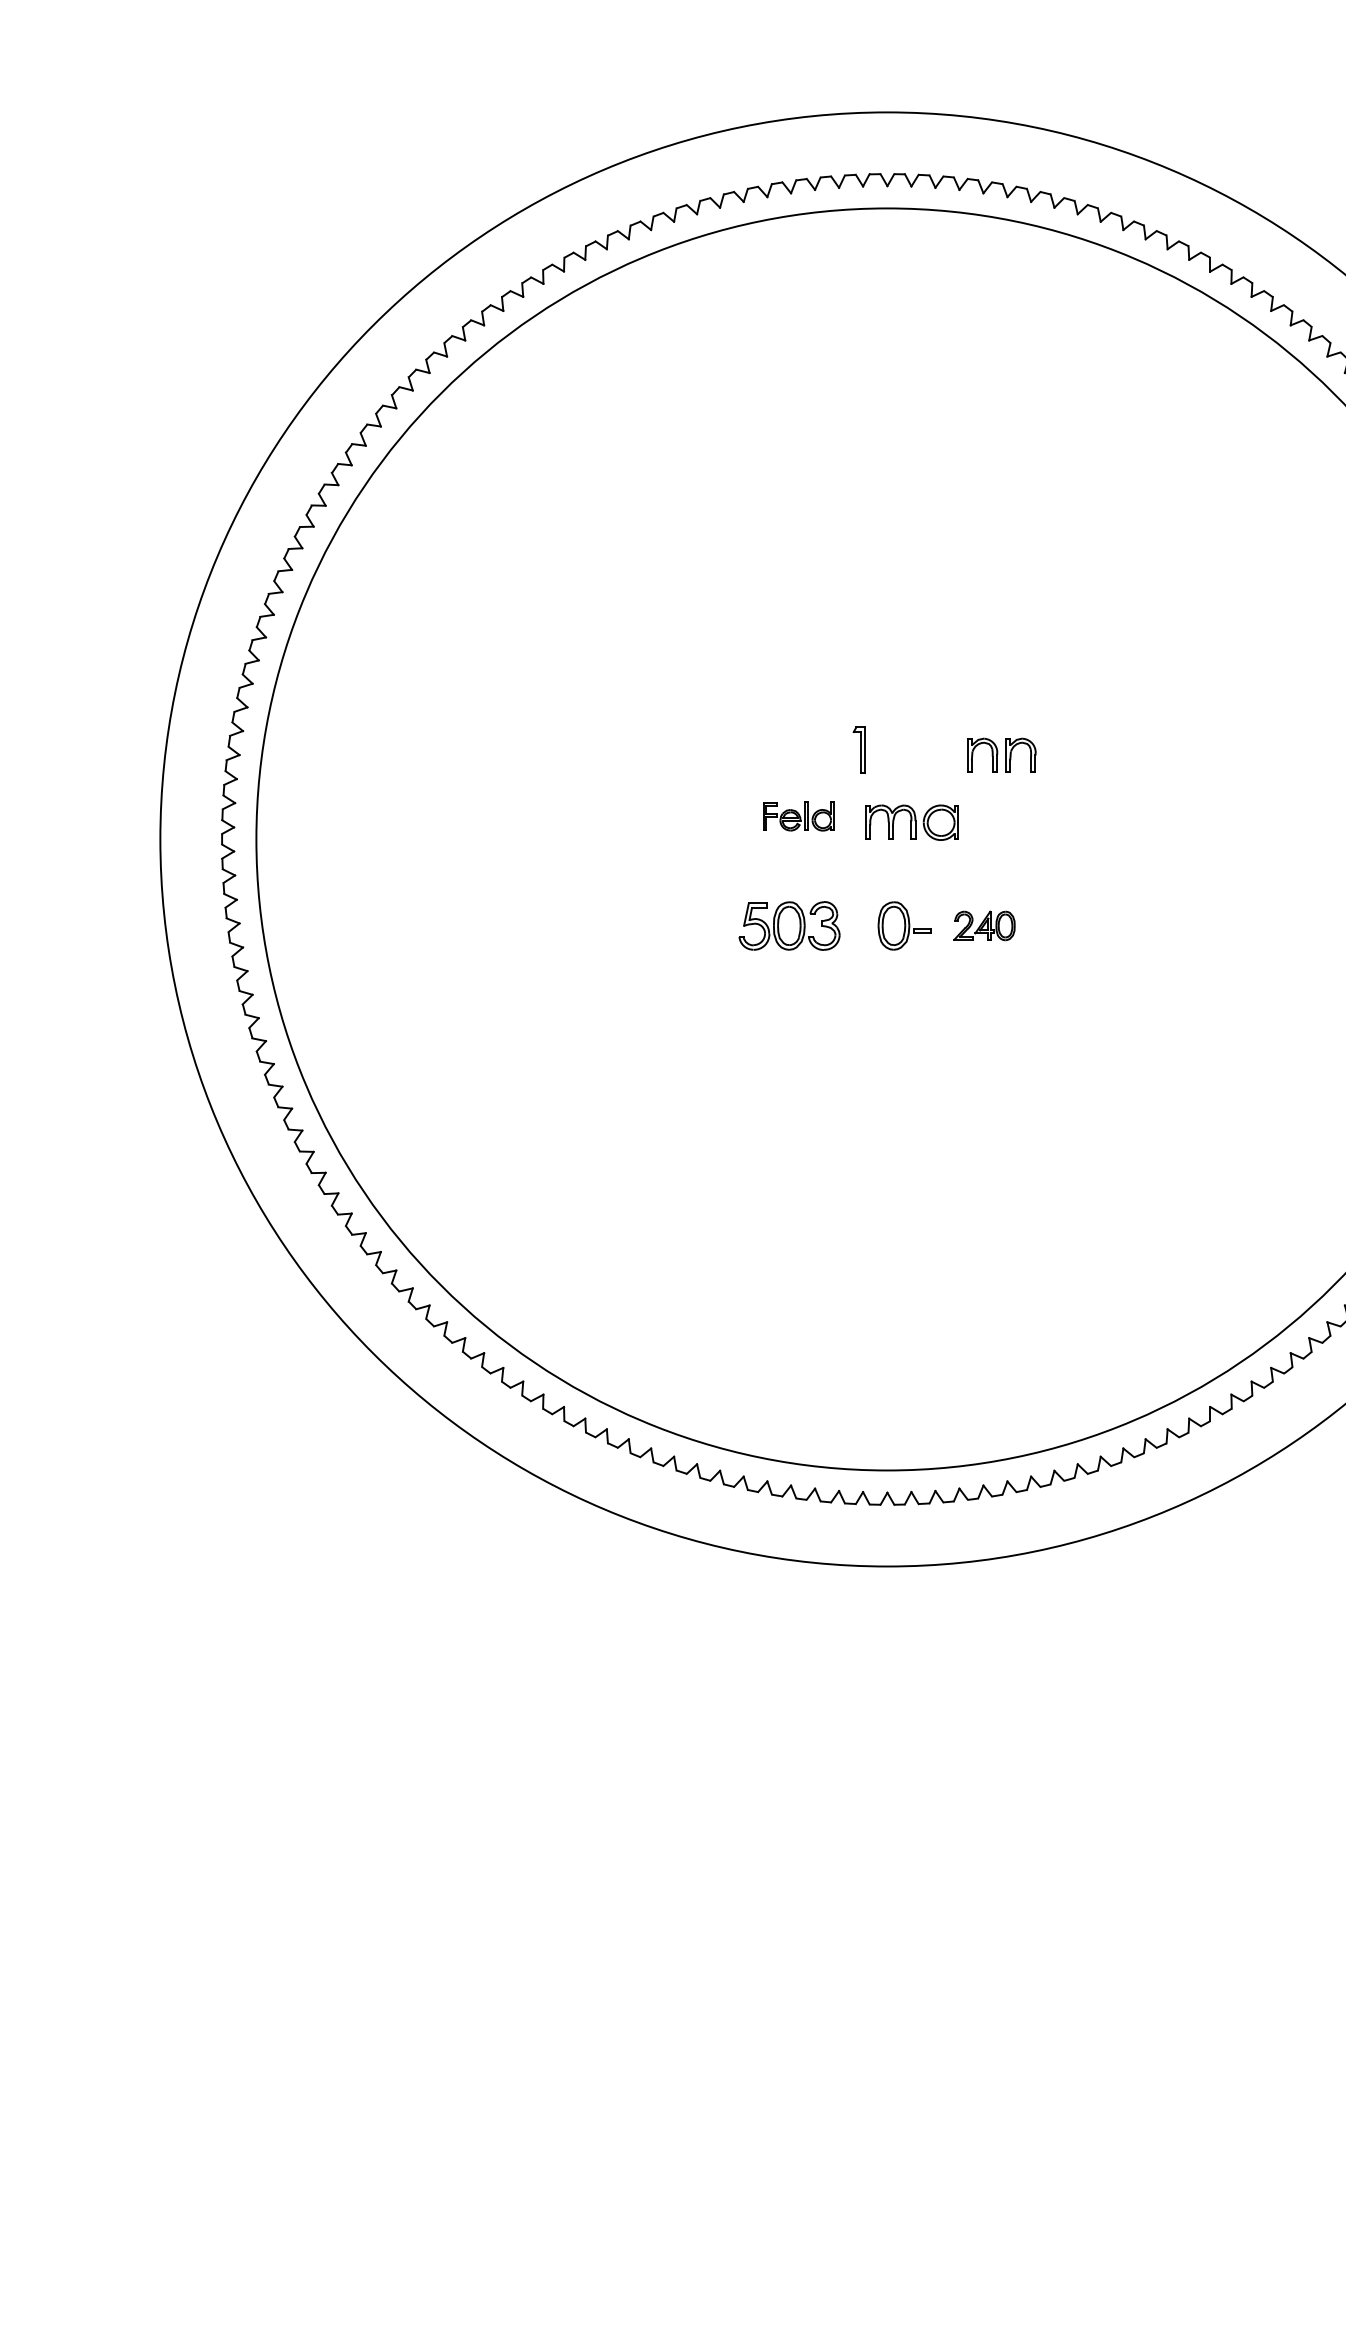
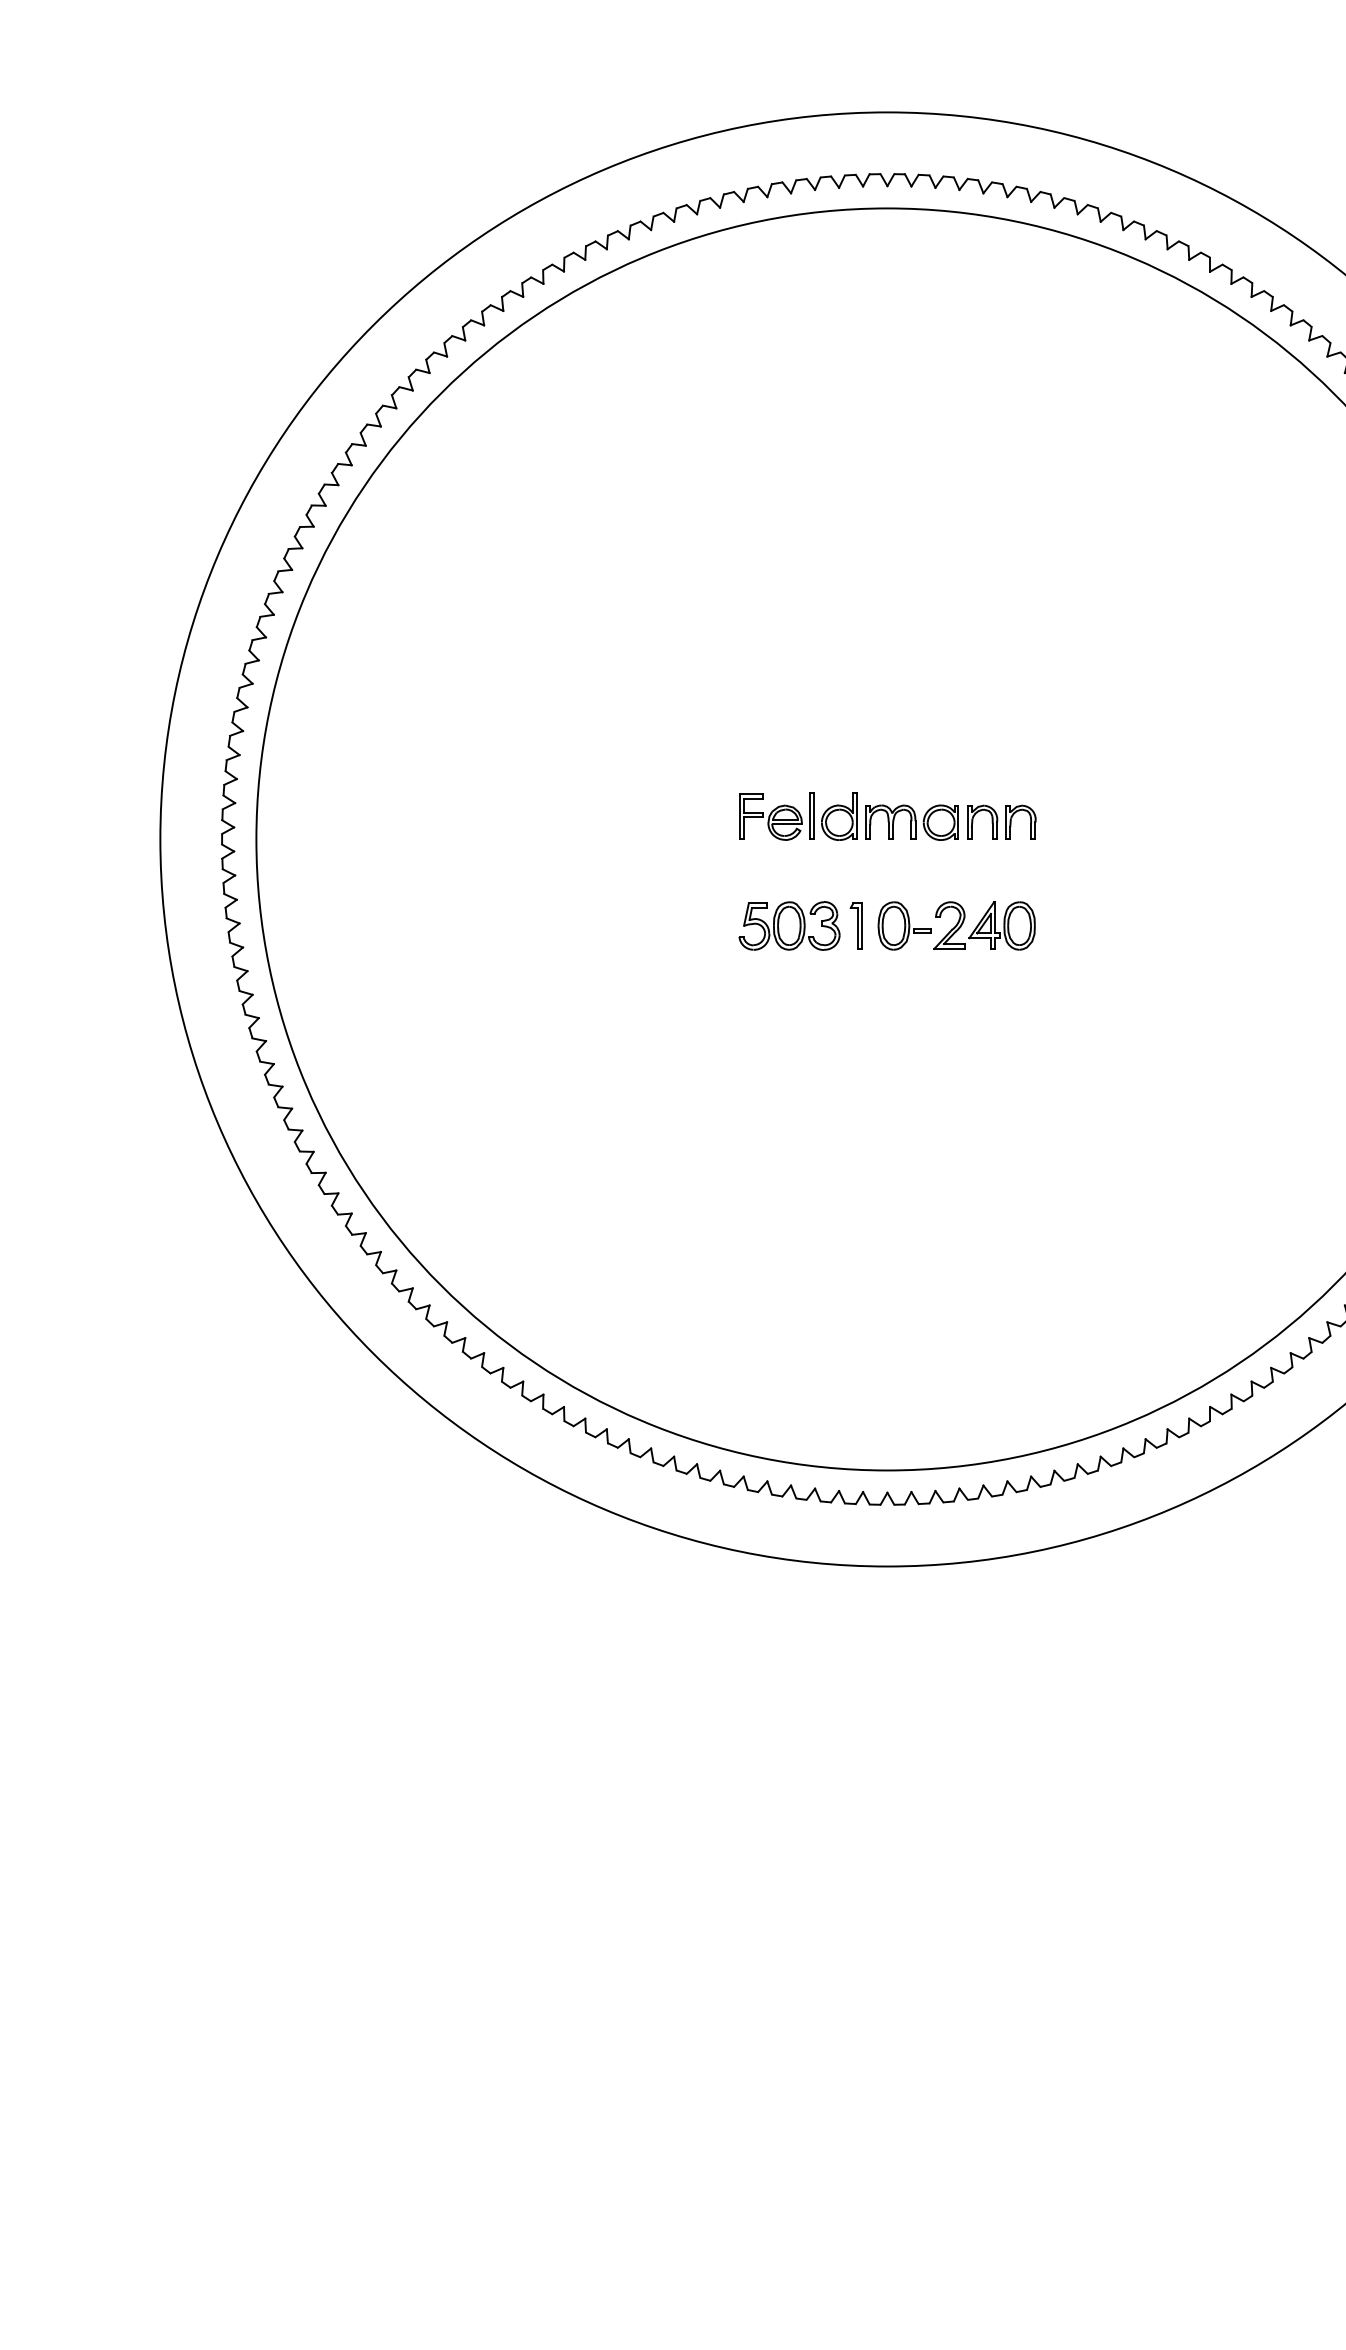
part at (858, 749) position: (858, 749) -> (855, 925)
part at (1001, 754) position: (1001, 754) -> (1001, 821)
part at (798, 816) size: 72x31 px -> 119x49 px
part at (984, 925) size: 63x32 px -> 103x50 px
